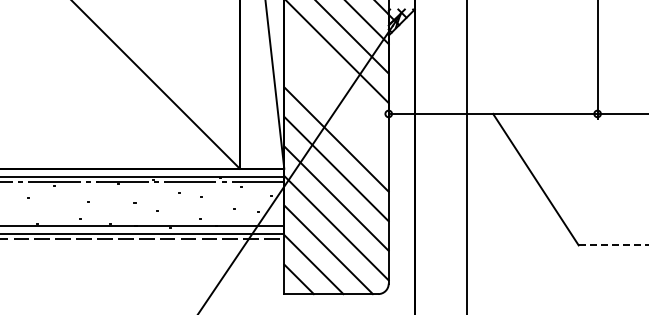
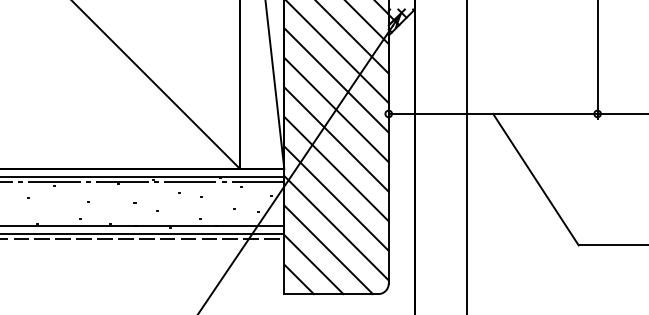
line at (336, 80): none -> present
line at (336, 109): none -> present
line at (613, 245): dashed -> solid
